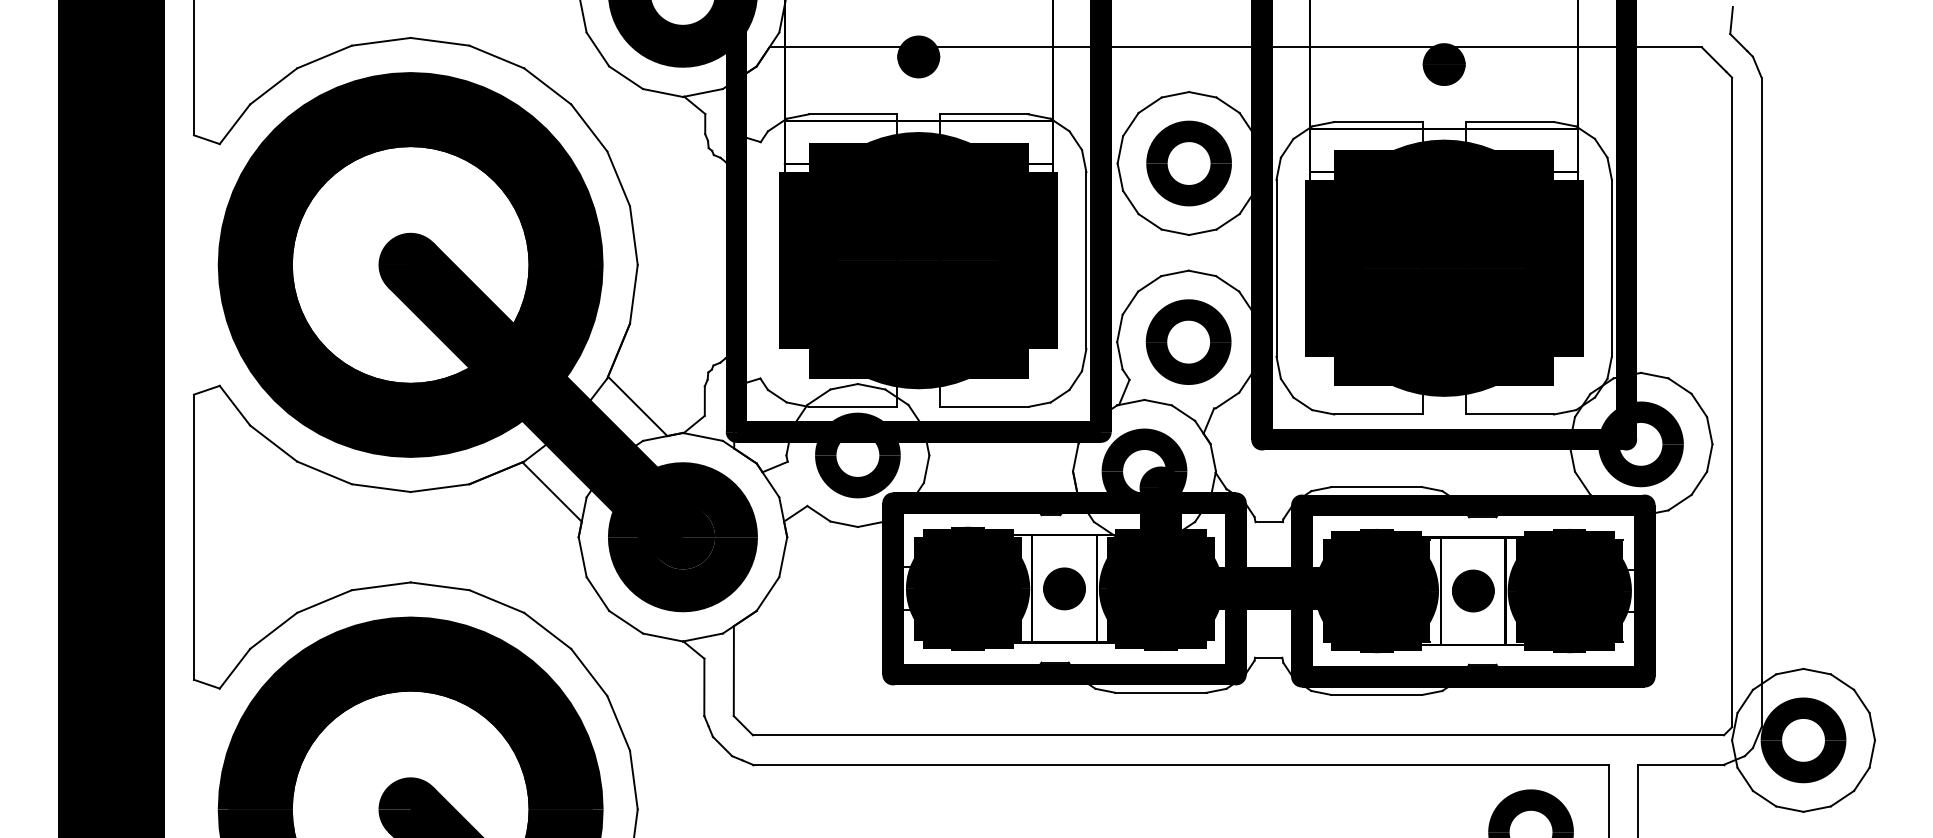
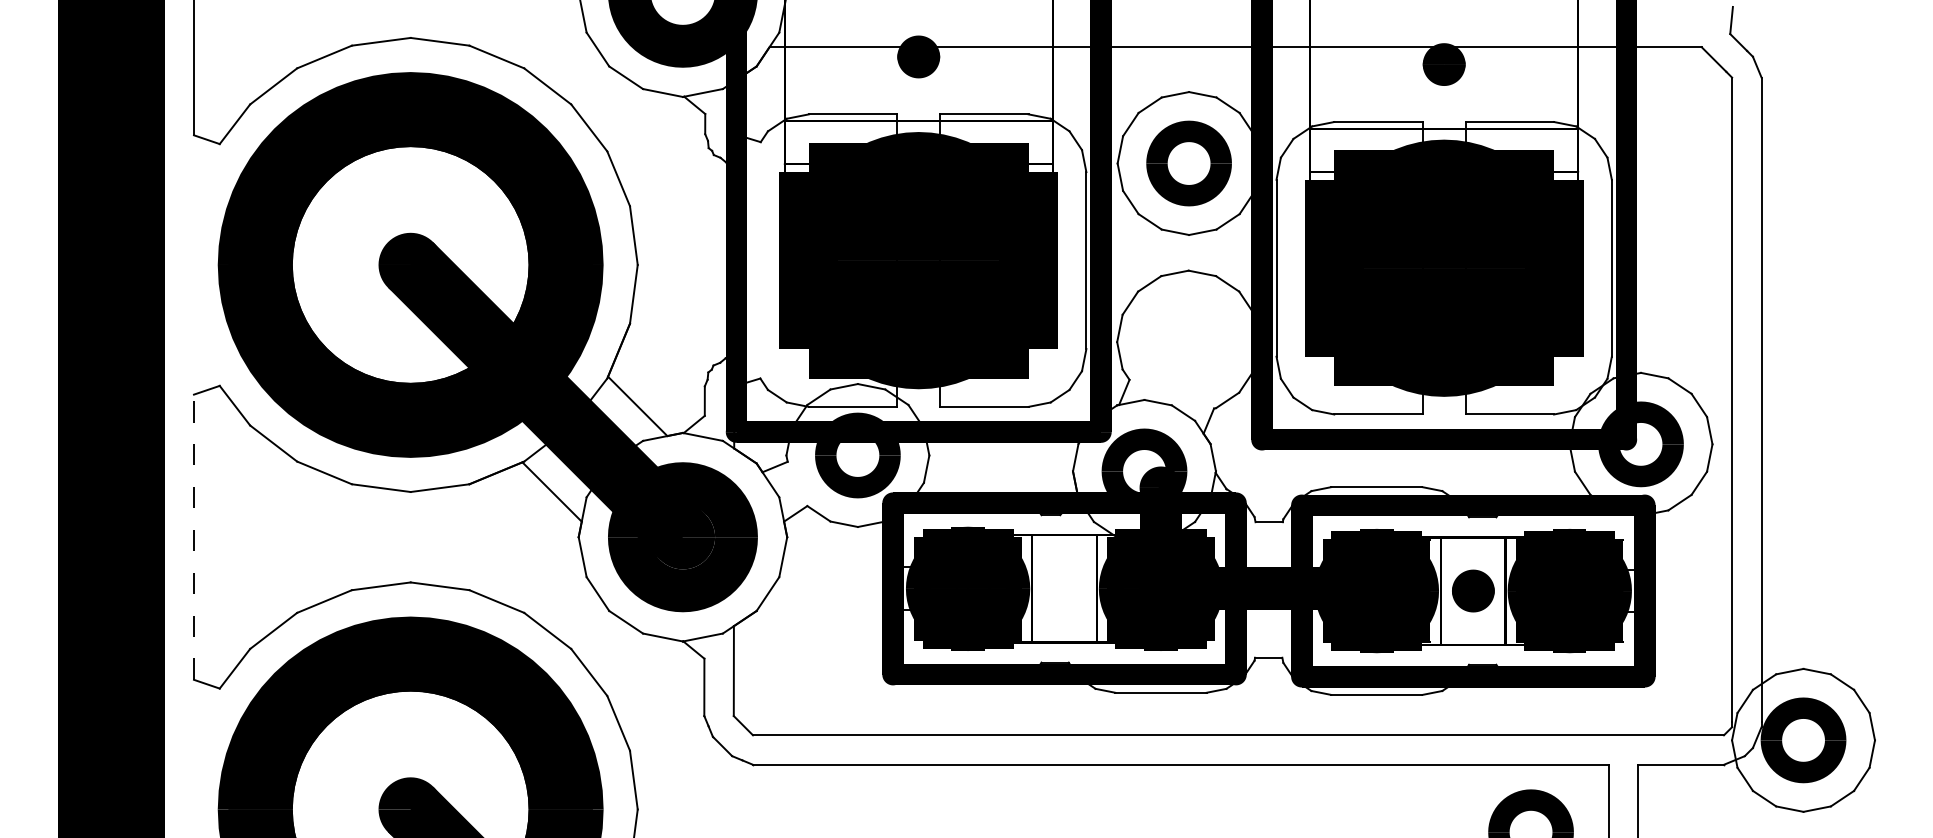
part at (1188, 341): present -> none
line at (193, 537): solid -> dashed
part at (1064, 588): present -> none
